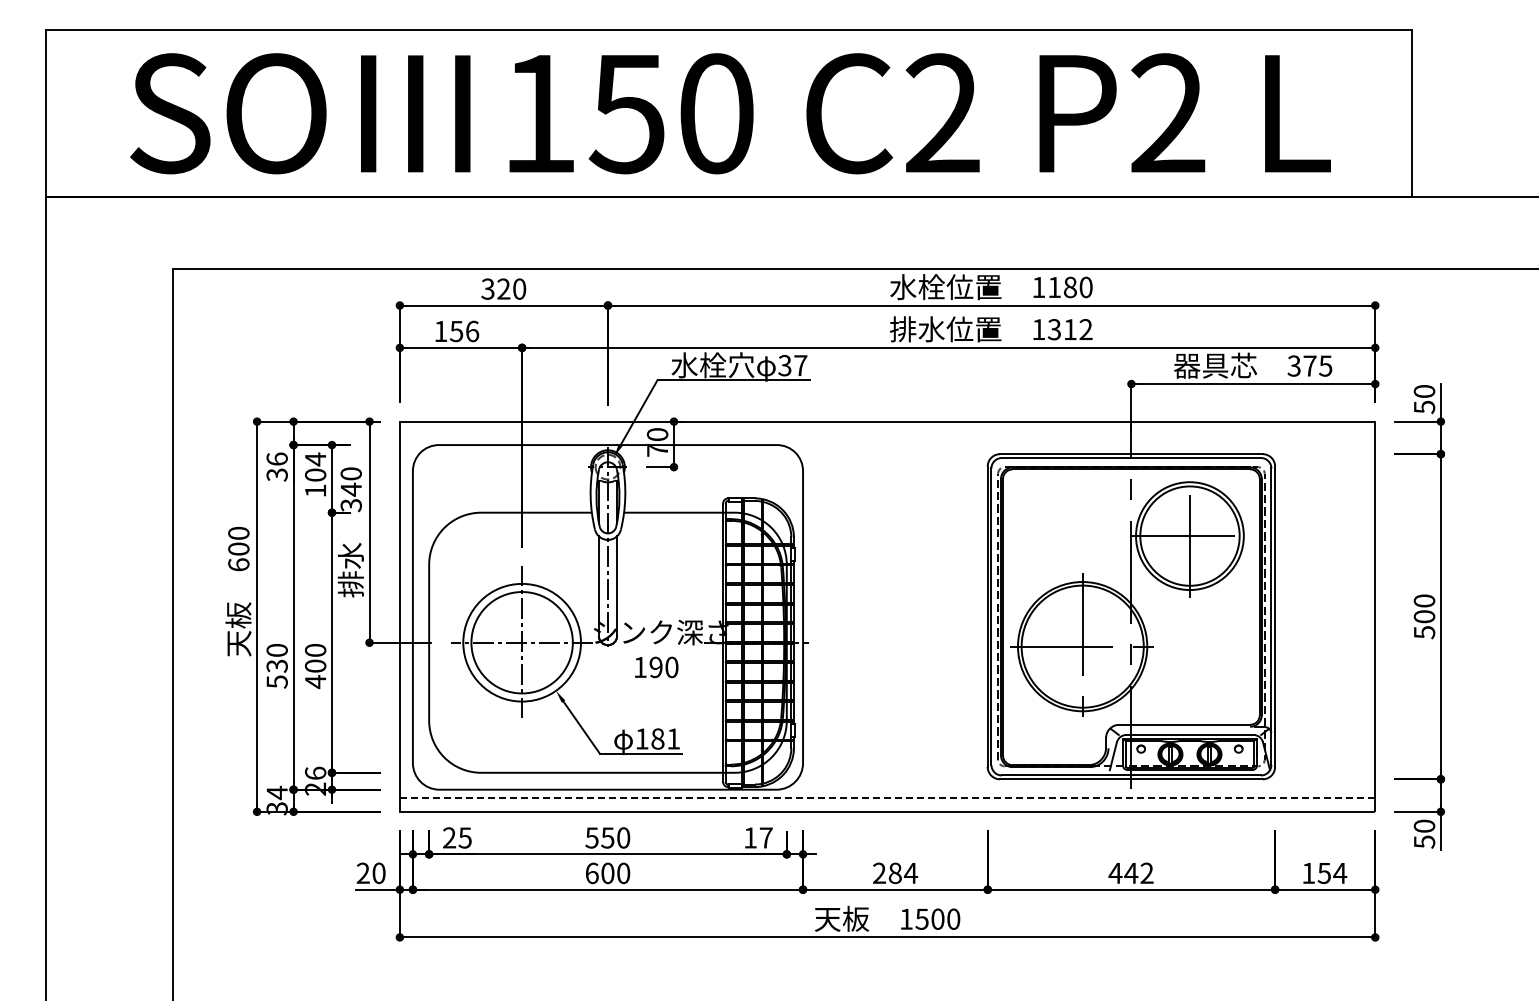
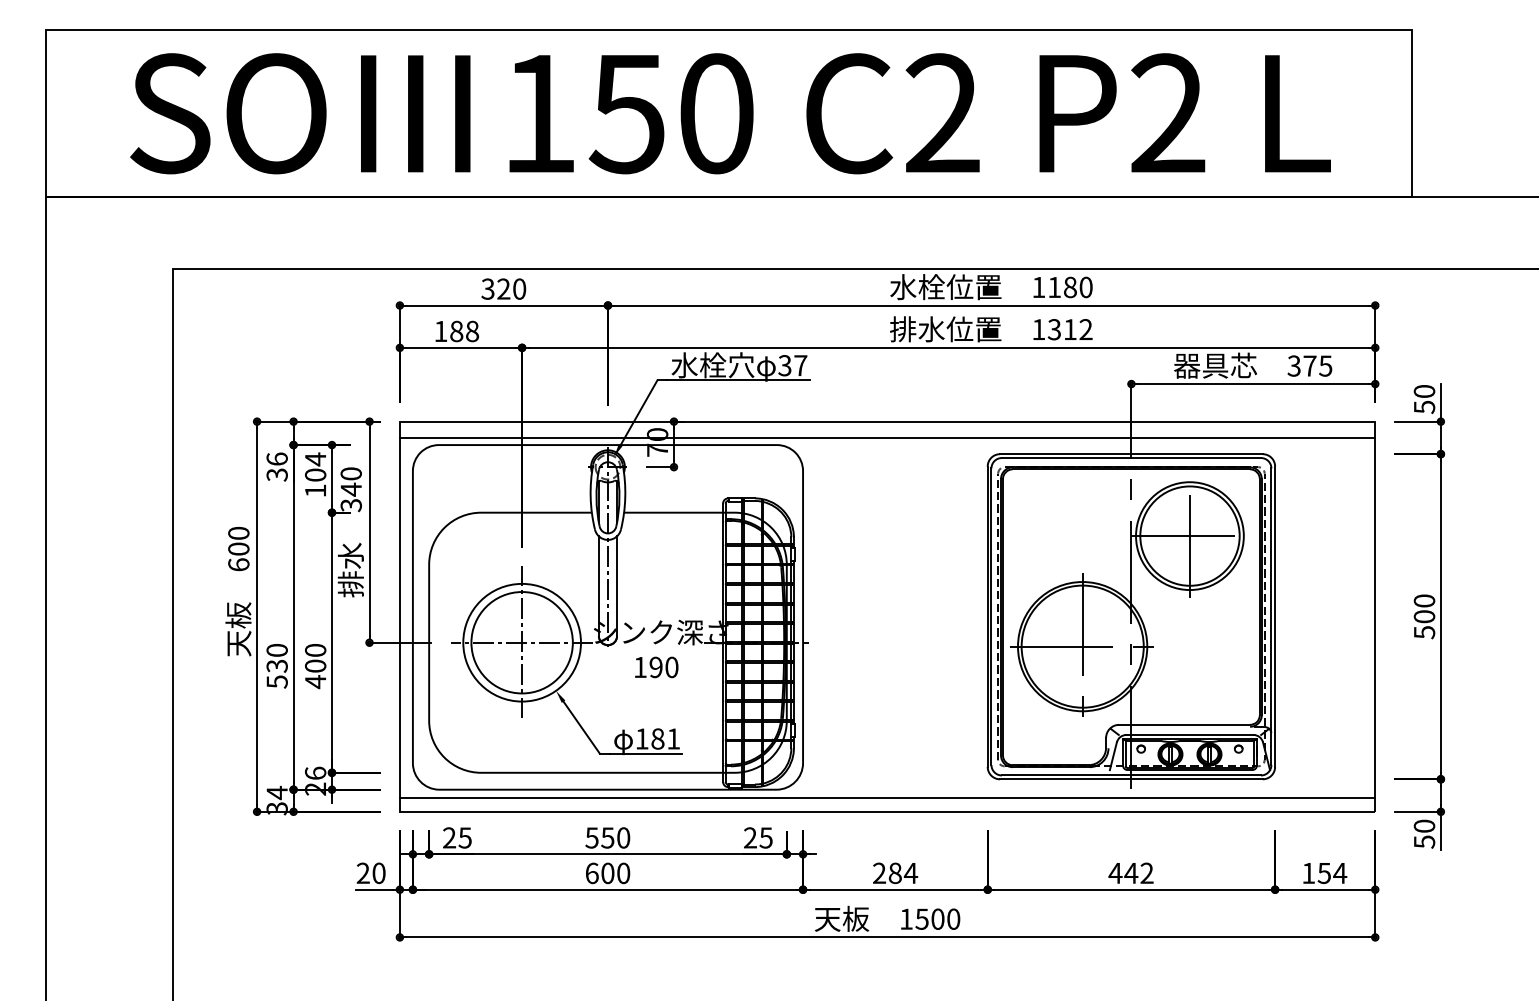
text at (464, 331): 156 -> 188
line at (887, 437): none -> present
line at (887, 798): dashed -> solid
text at (758, 837): 17 -> 25
